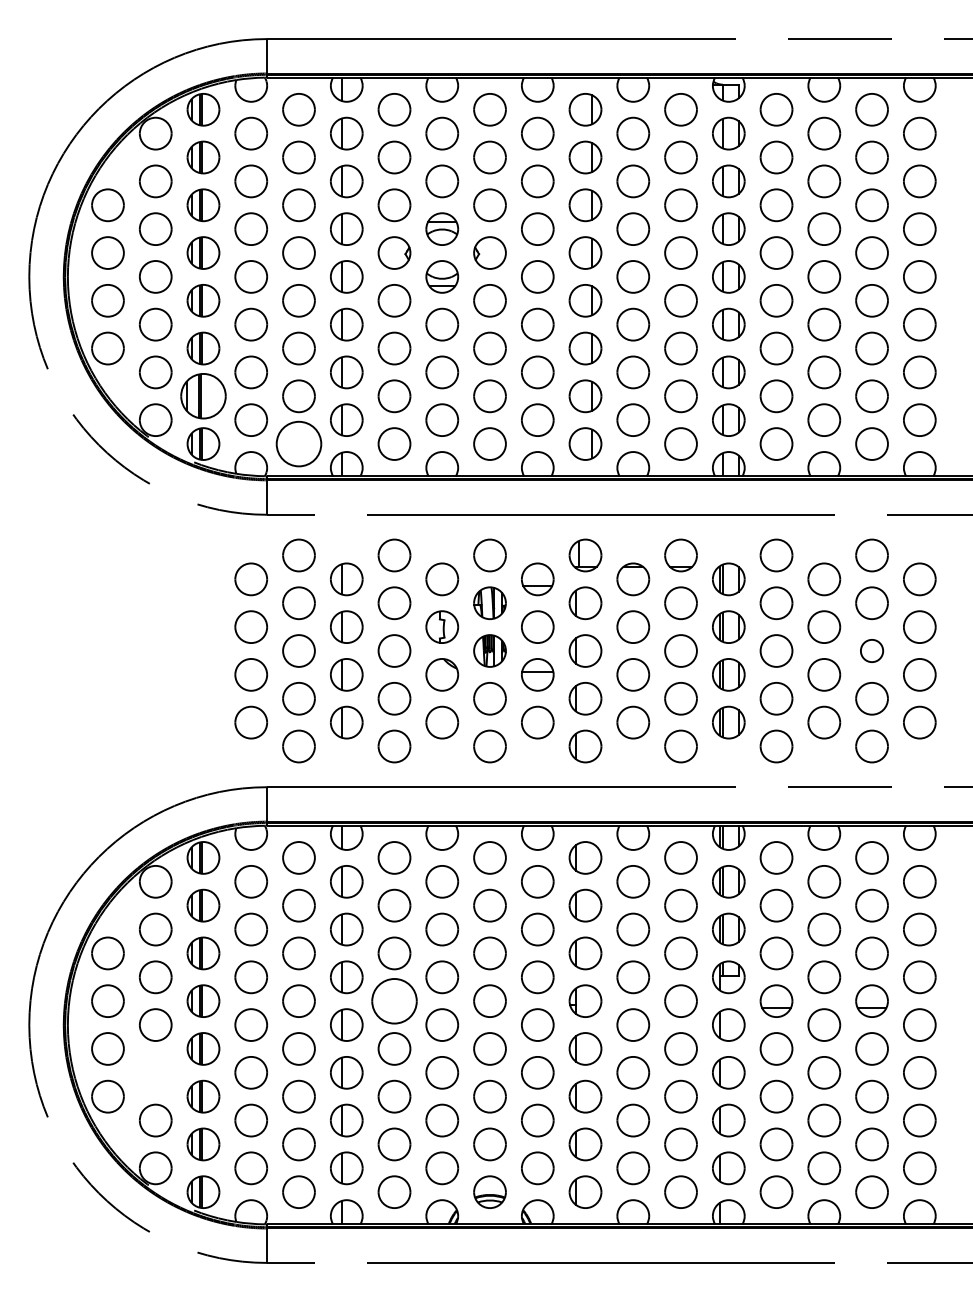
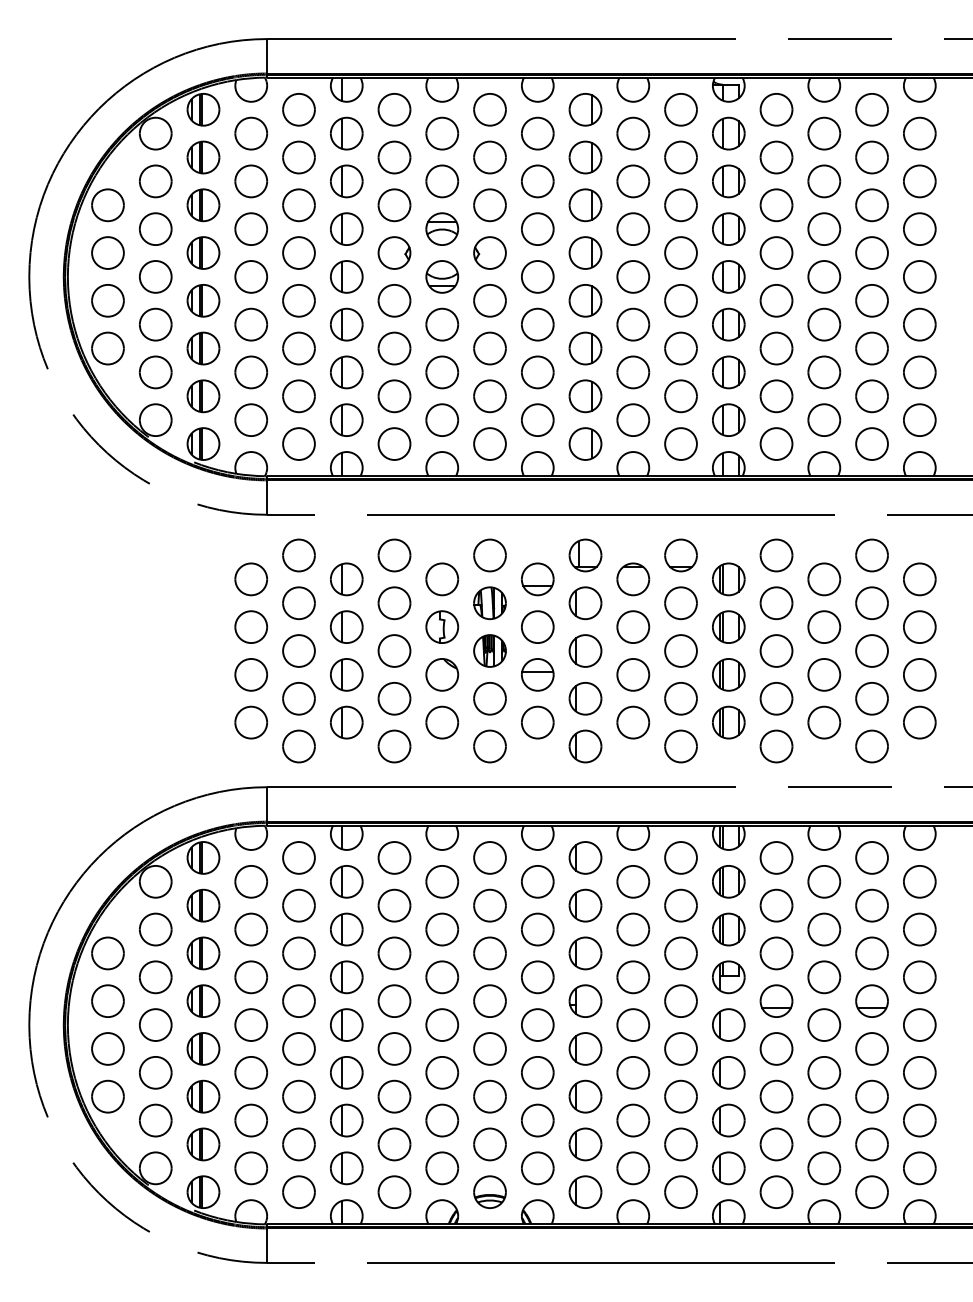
part at (203, 396) size: 47x47 px -> 35x35 px
part at (298, 443) size: 48x48 px -> 34x34 px
part at (872, 650) size: 25x24 px -> 34x34 px
part at (394, 1001) size: 47x47 px -> 35x34 px
part at (155, 1072): none -> present
